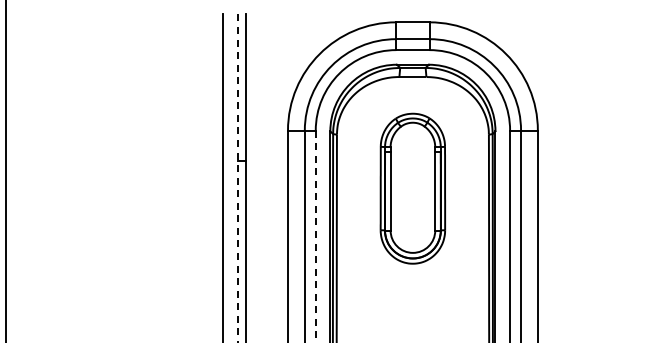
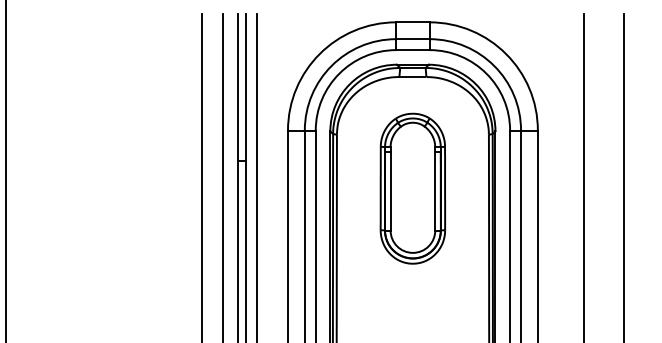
line at (202, 176): none -> present
line at (257, 176): none -> present
line at (584, 176): none -> present
line at (623, 176): none -> present
line at (238, 178): dashed -> solid
line at (315, 236): dashed -> solid
